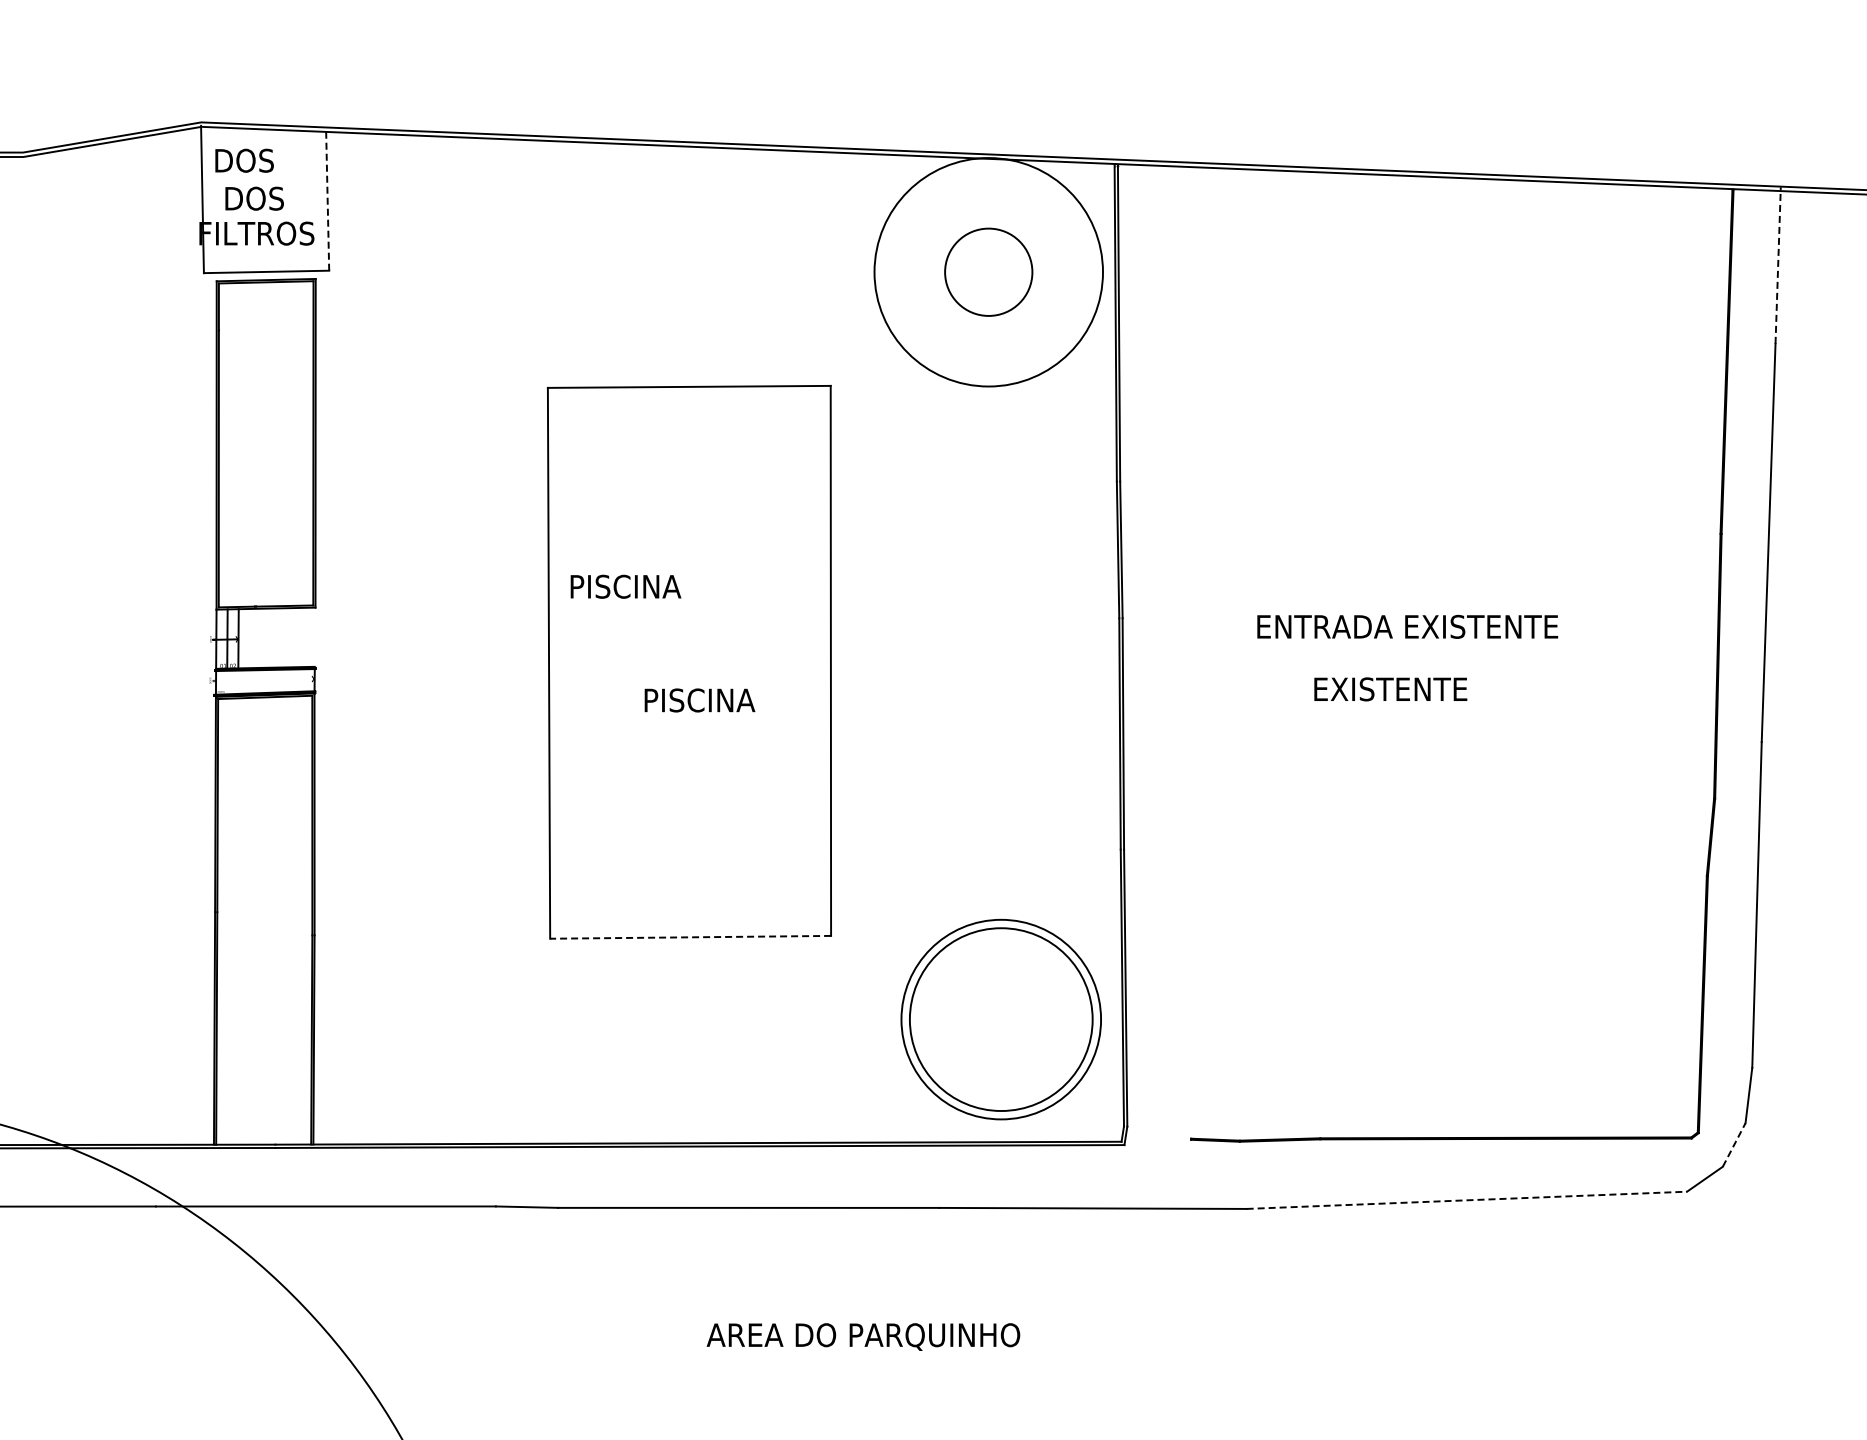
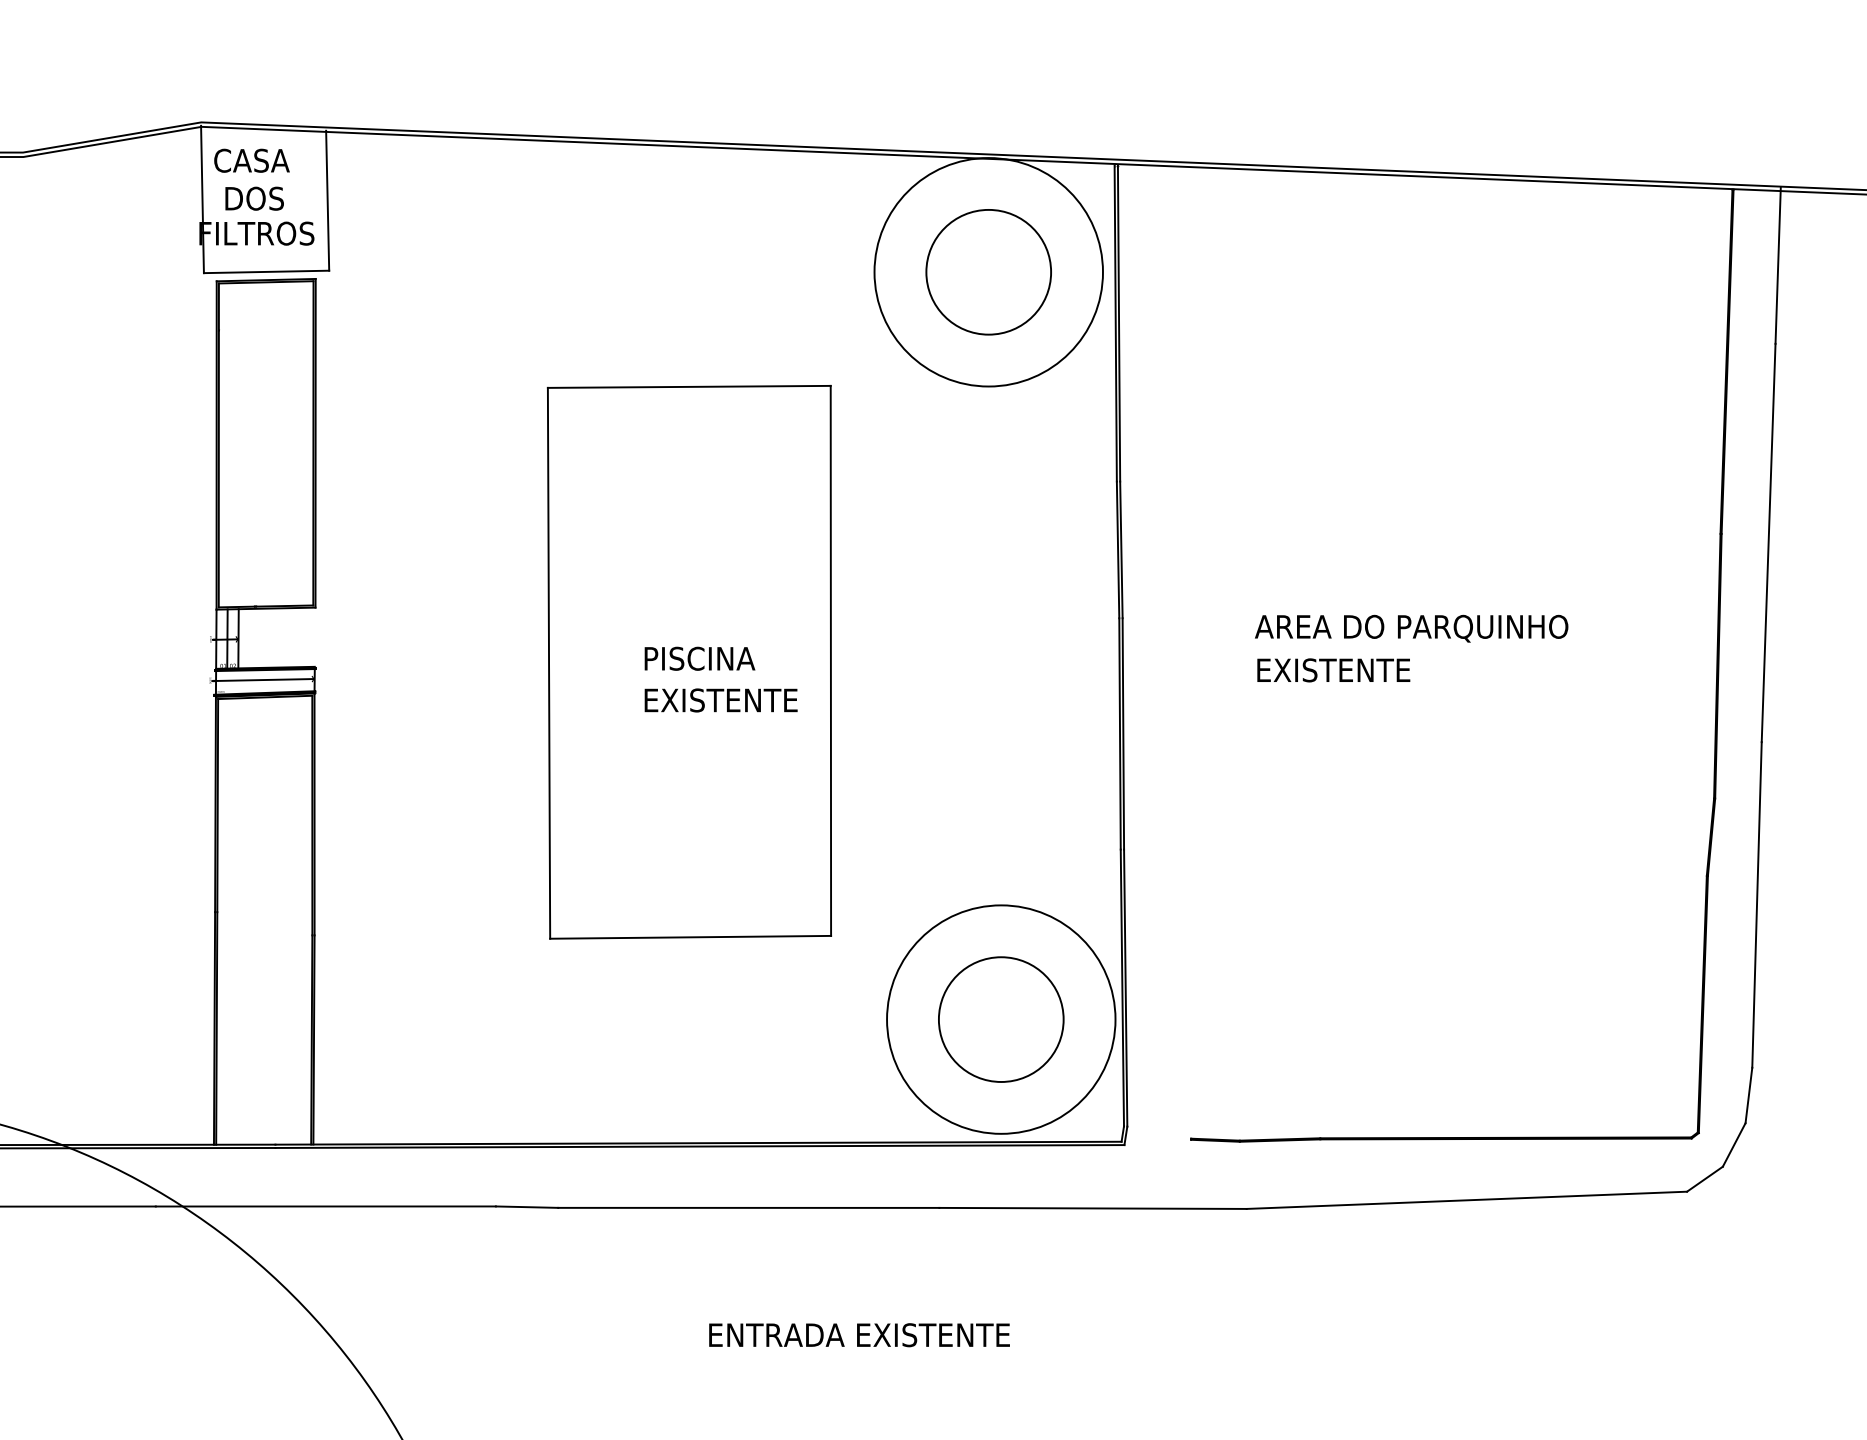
text at (251, 160): DOS -> CASA
line at (327, 200): dashed -> solid
line at (1778, 265): dashed -> solid
circle at (988, 271) diameter: 87 px -> 125 px
text at (625, 586) position: (625, 586) -> (699, 658)
text at (1411, 628): ENTRADA EXISTENTE -> AREA DO PARQUINHO
line at (262, 680): none -> present
text at (1390, 689) position: (1390, 689) -> (1333, 670)
text at (722, 700): PISCINA -> EXISTENTE
line at (690, 937): dashed -> solid
circle at (1000, 1019) diameter: 183 px -> 228 px
circle at (1001, 1019) diameter: 200 px -> 125 px
line at (1734, 1144): dashed -> solid
line at (1467, 1200): dashed -> solid
text at (863, 1336): AREA DO PARQUINHO -> ENTRADA EXISTENTE
